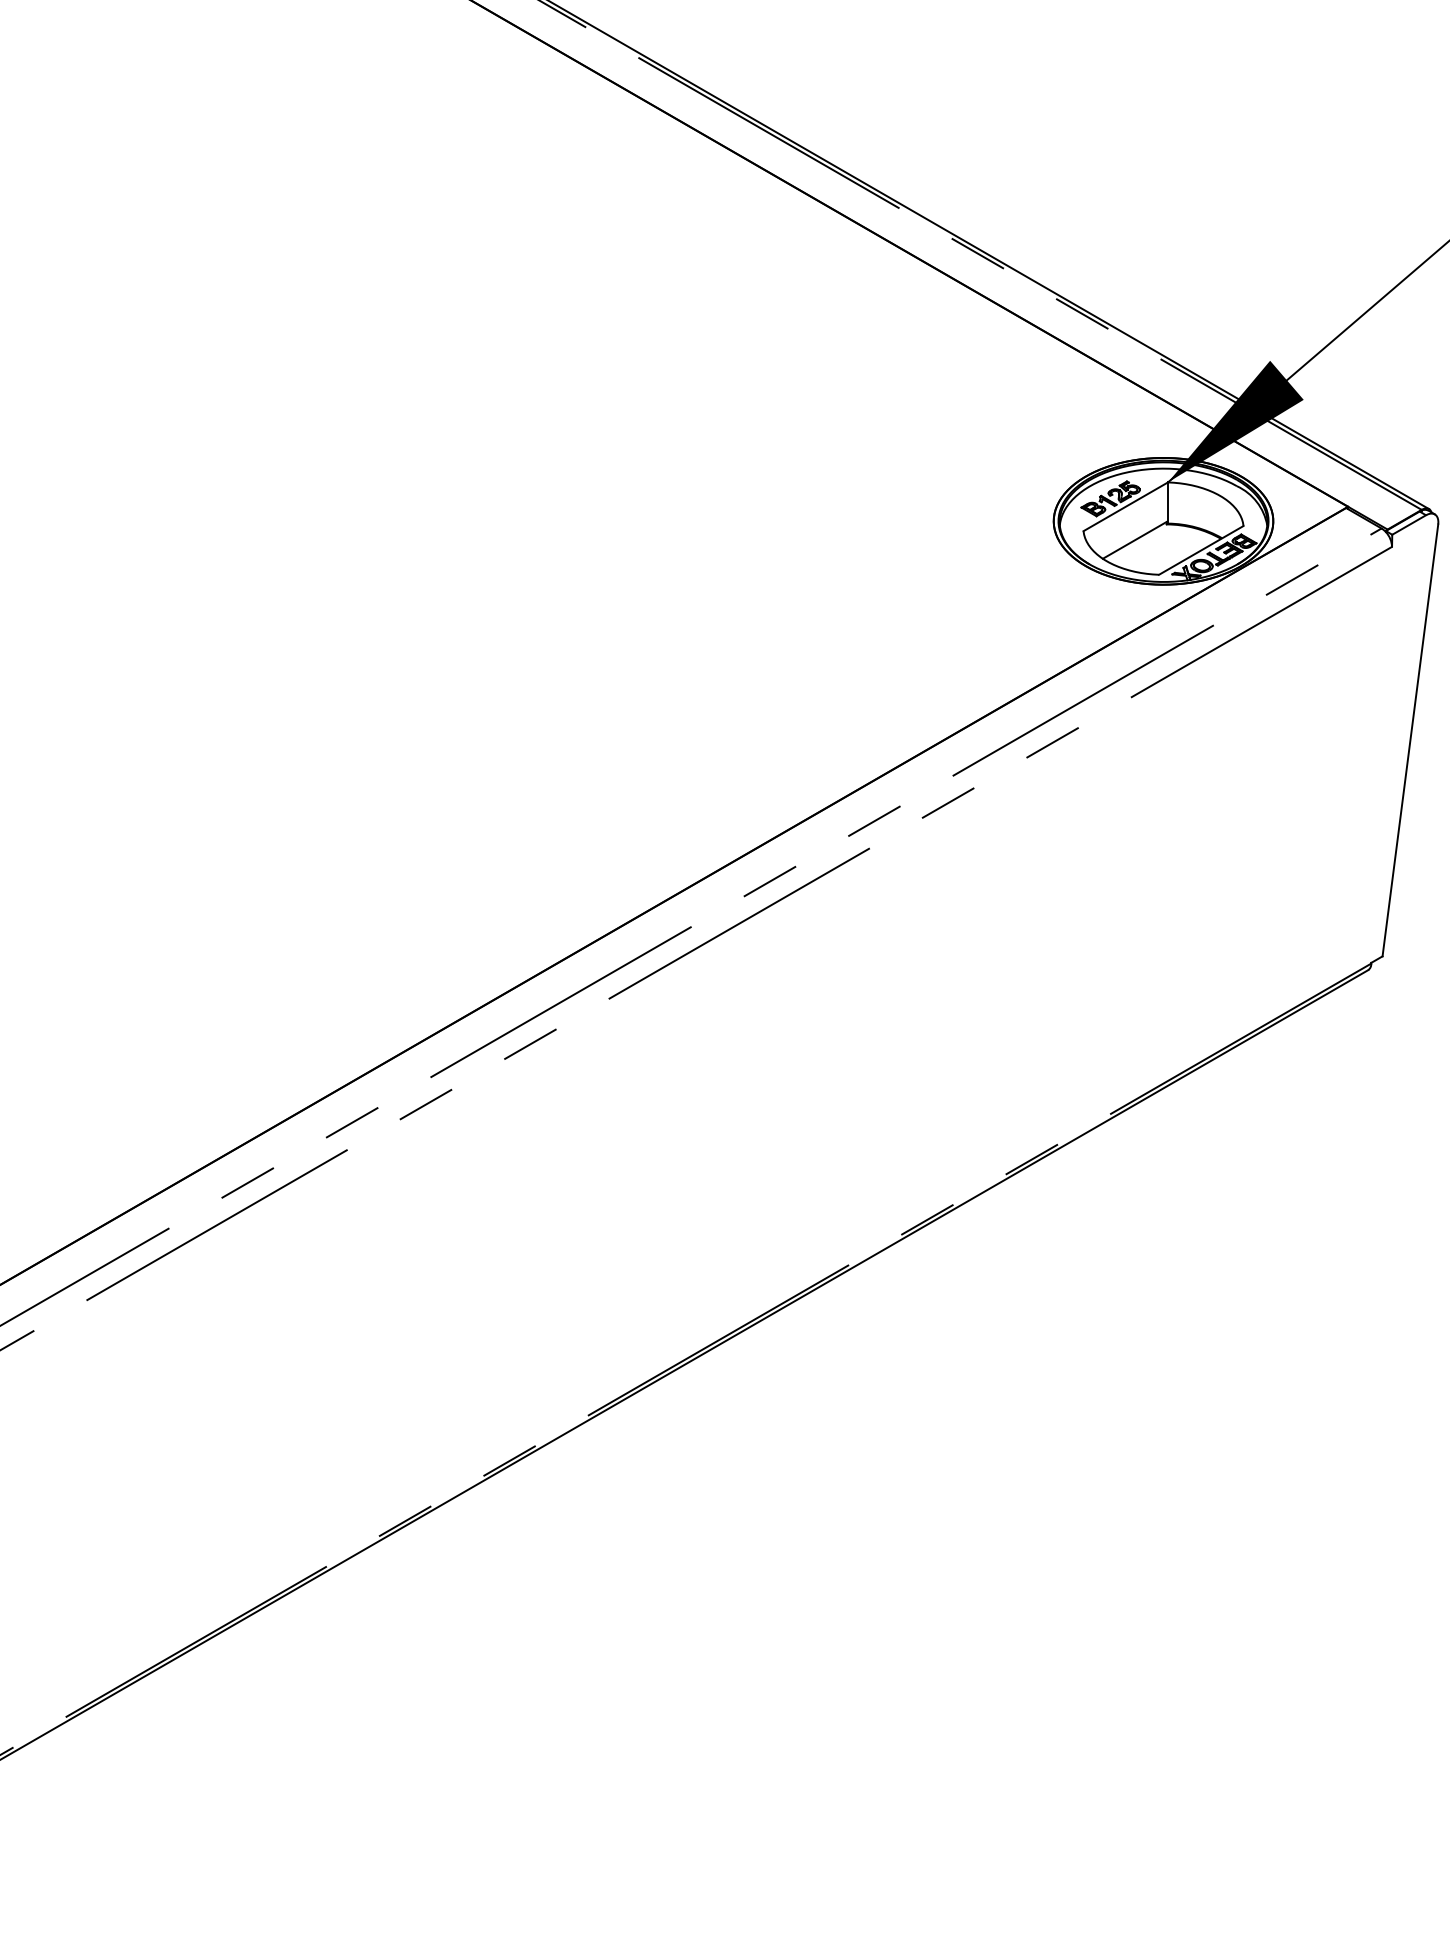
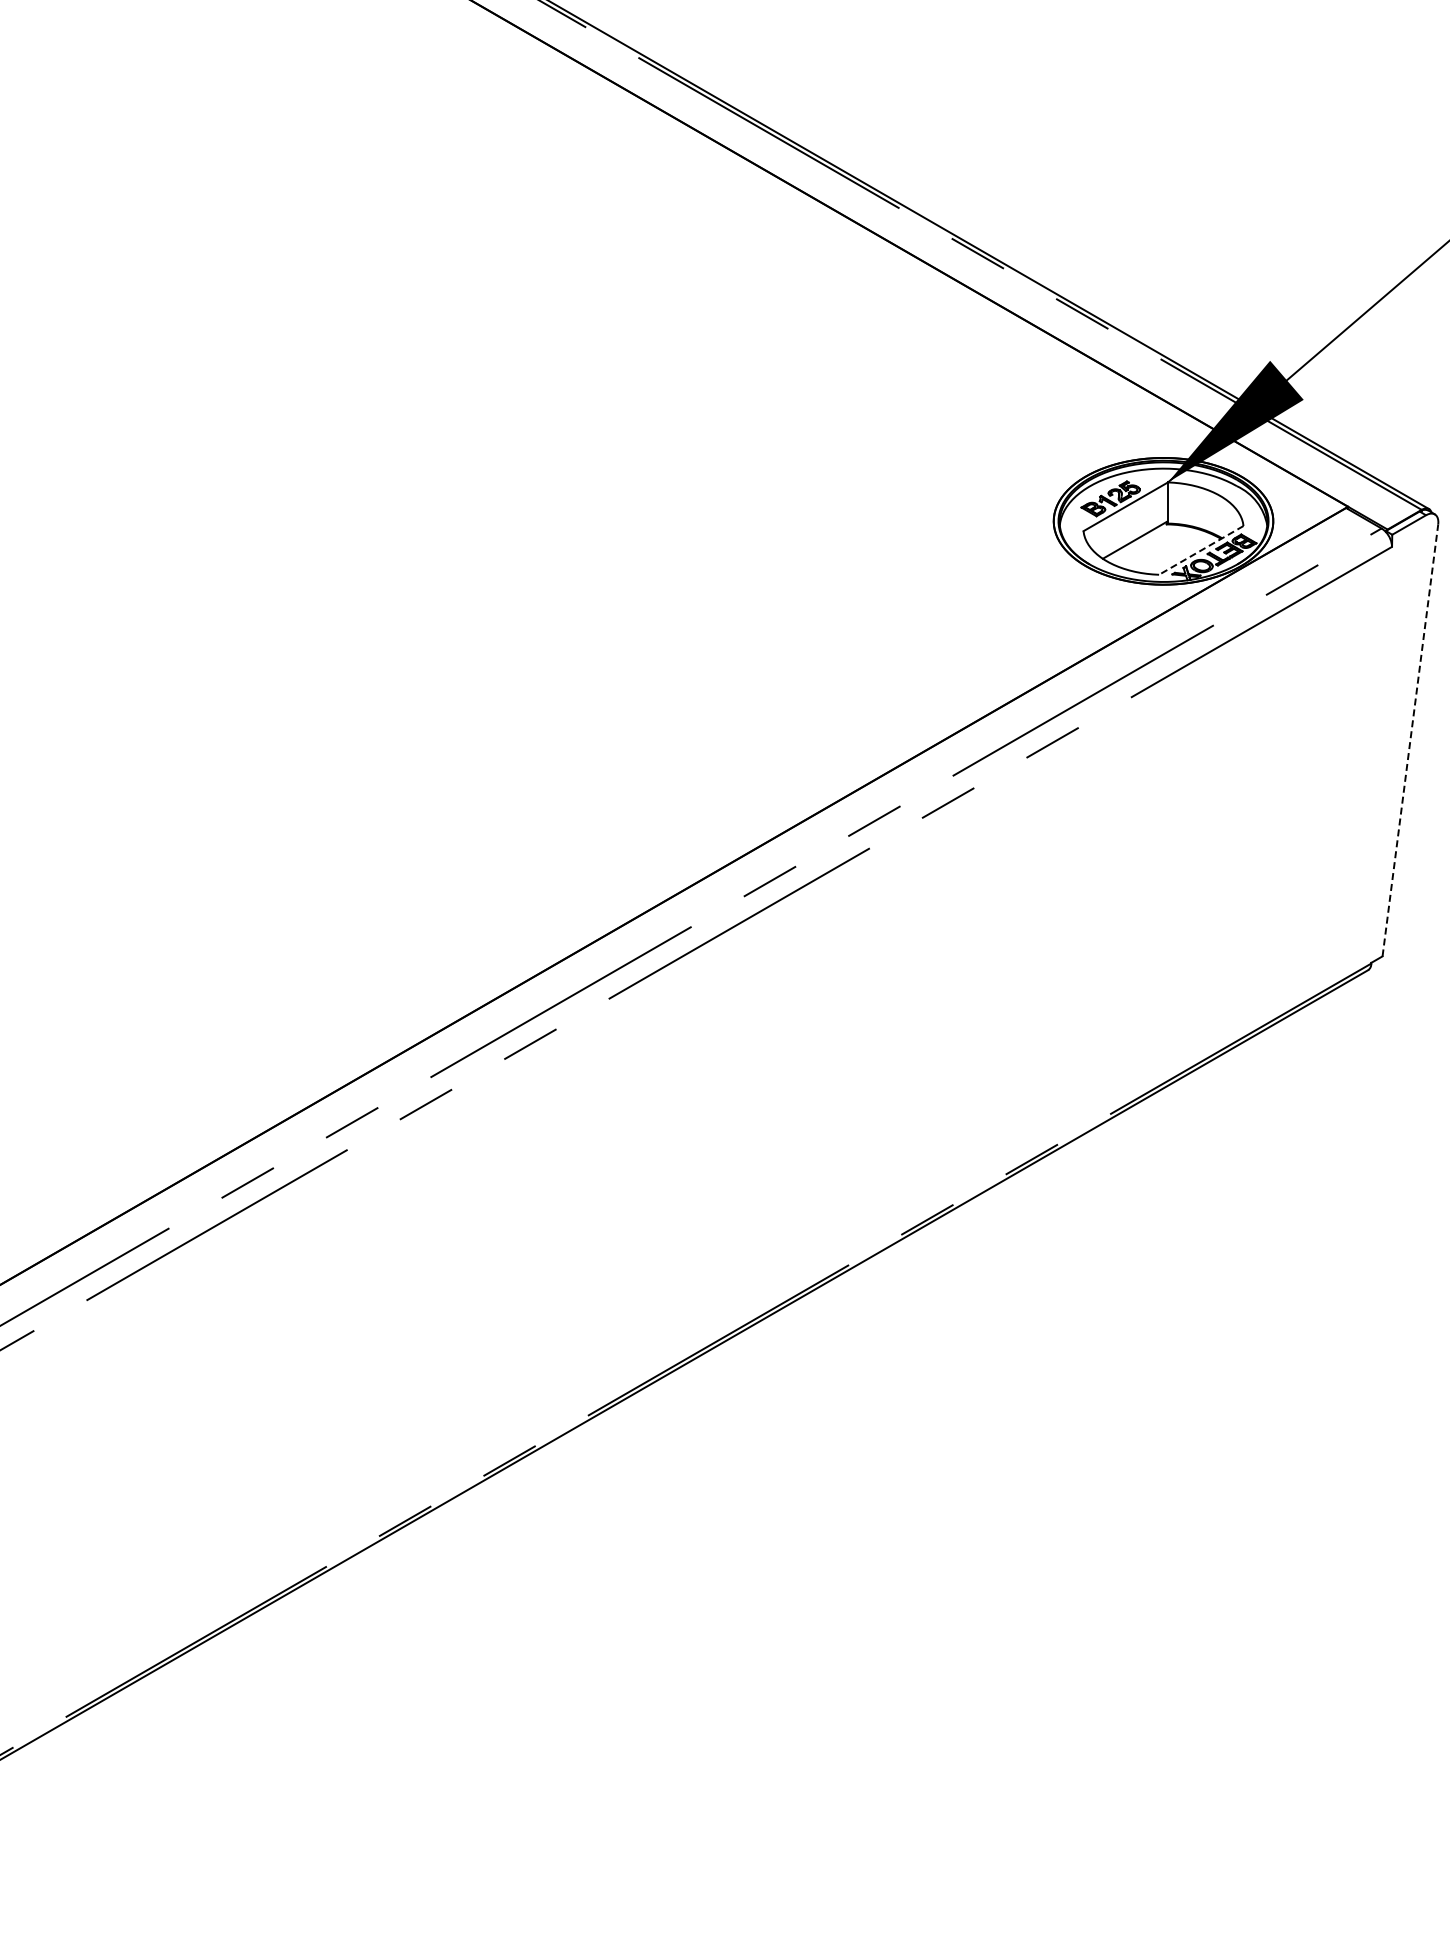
line at (1201, 550): solid -> dashed
line at (1410, 740): solid -> dashed
